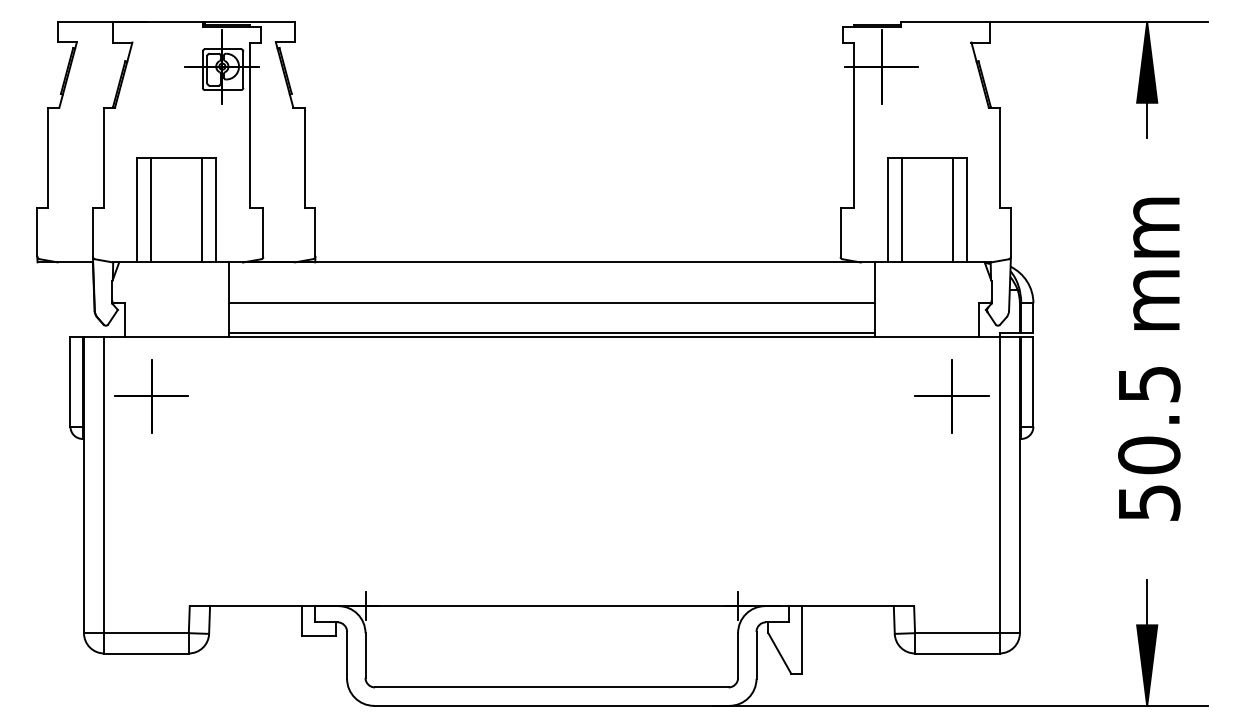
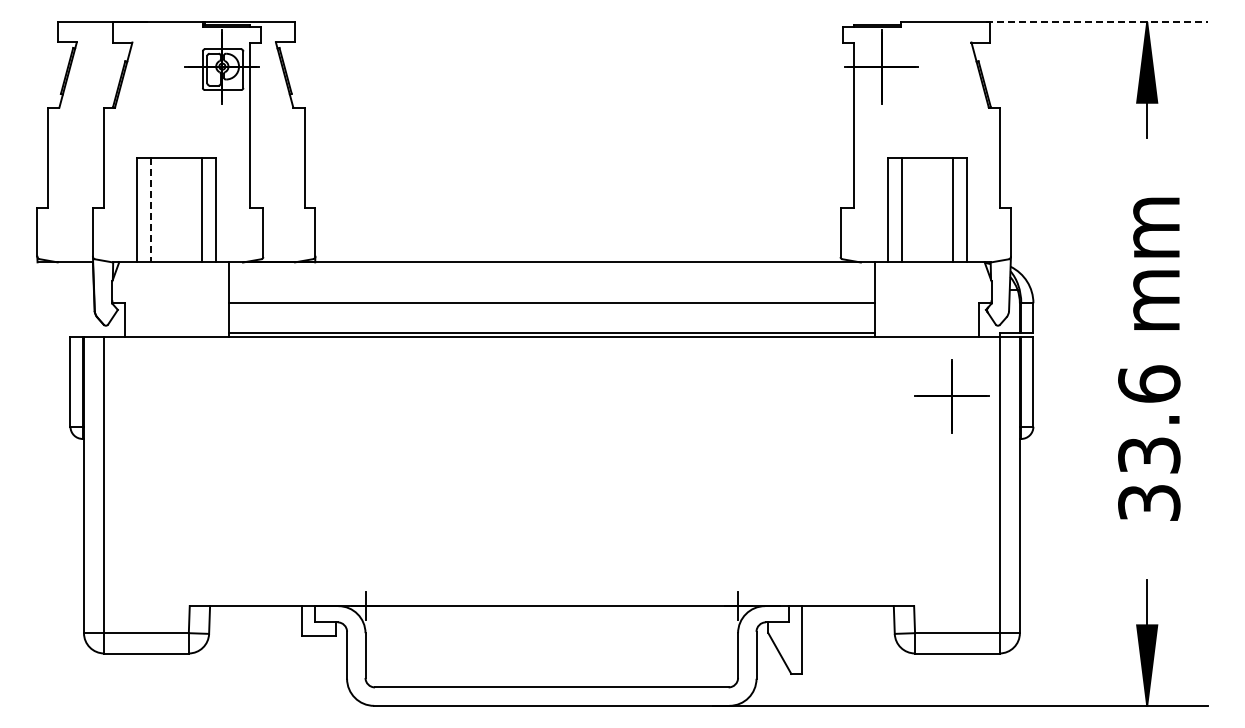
line at (1096, 22): solid -> dashed
line at (150, 210): solid -> dashed
part at (151, 396): present -> none
text at (1149, 442): 50.5 -> 33.6
